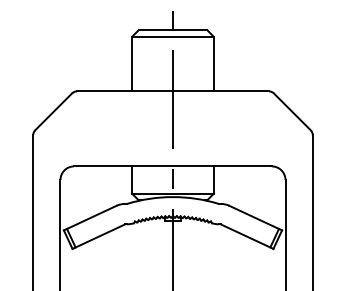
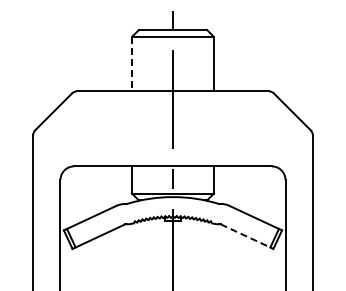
line at (132, 64): solid -> dashed
line at (247, 236): solid -> dashed
